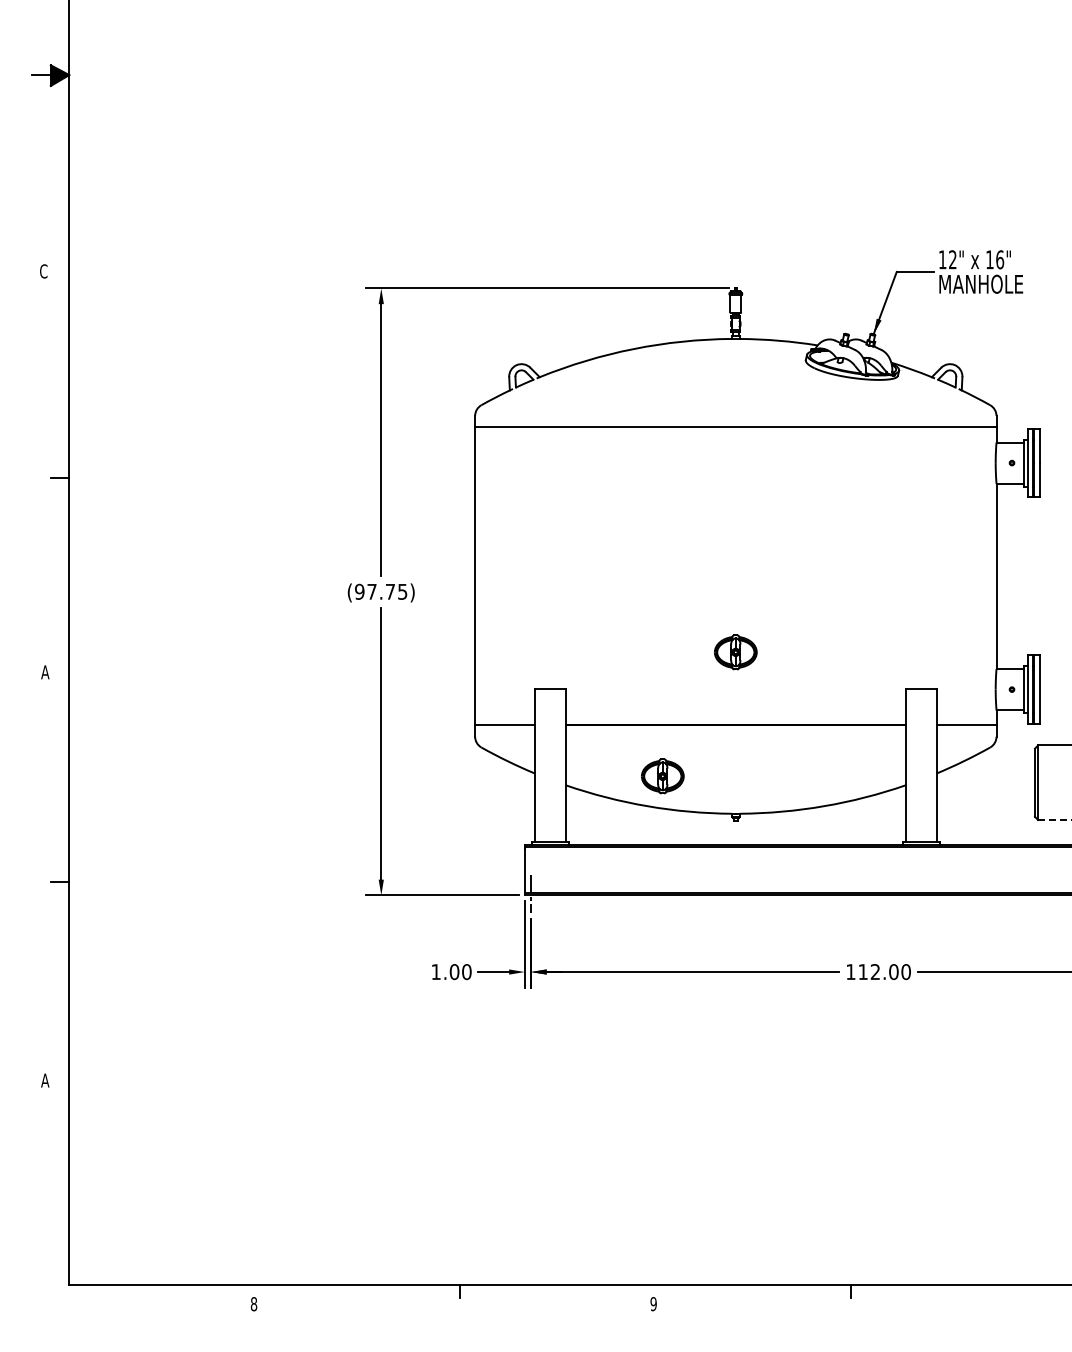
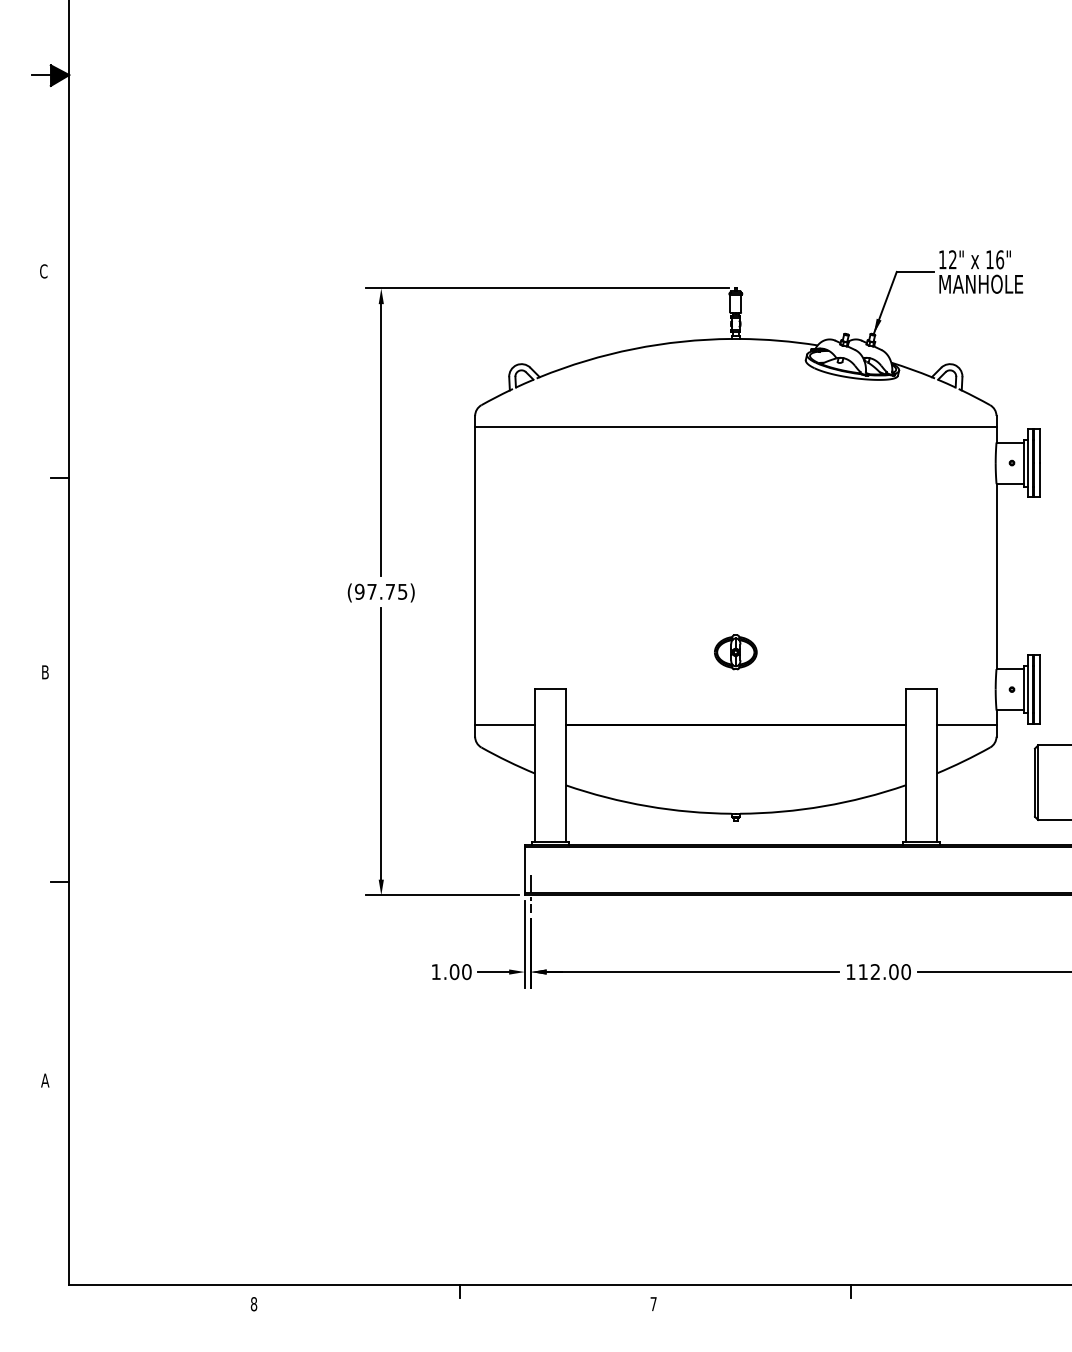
text at (45, 672): A -> B
part at (662, 776): present -> none
line at (1054, 819): dashed -> solid
text at (653, 1304): 9 -> 7
